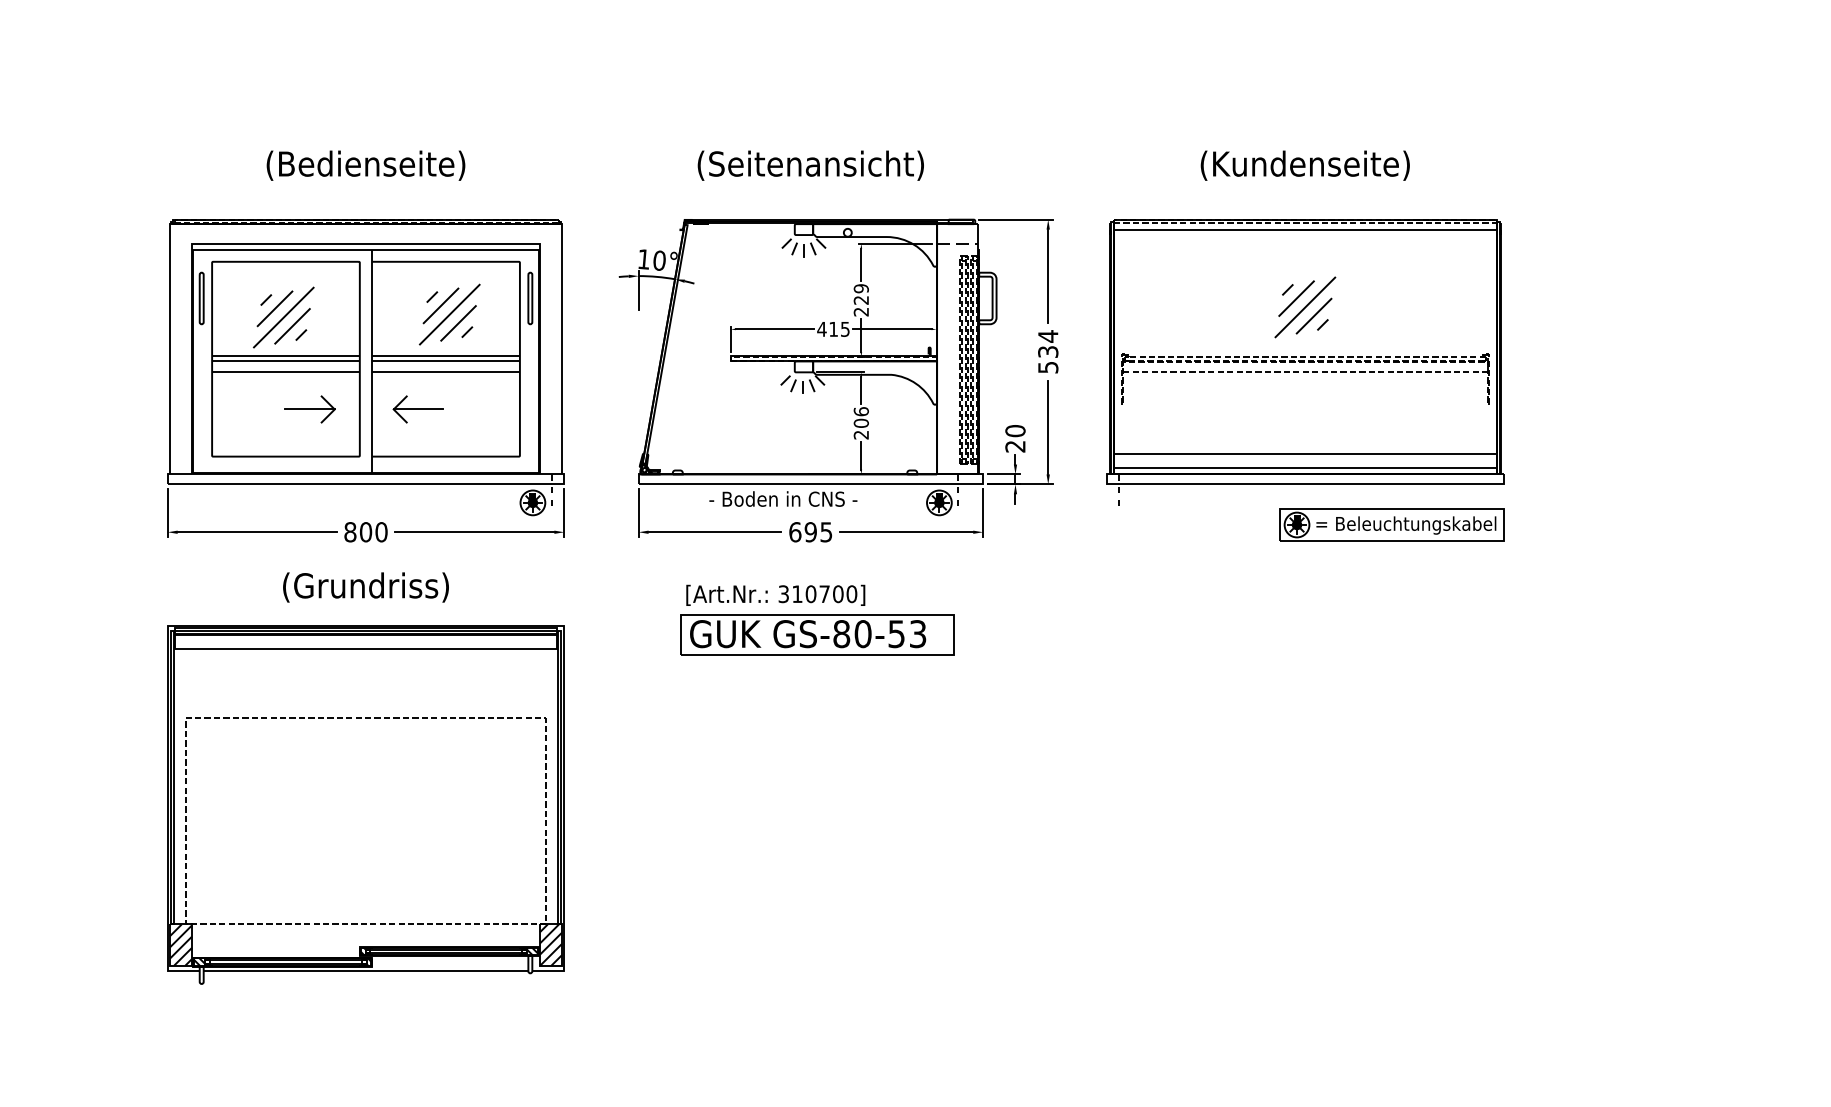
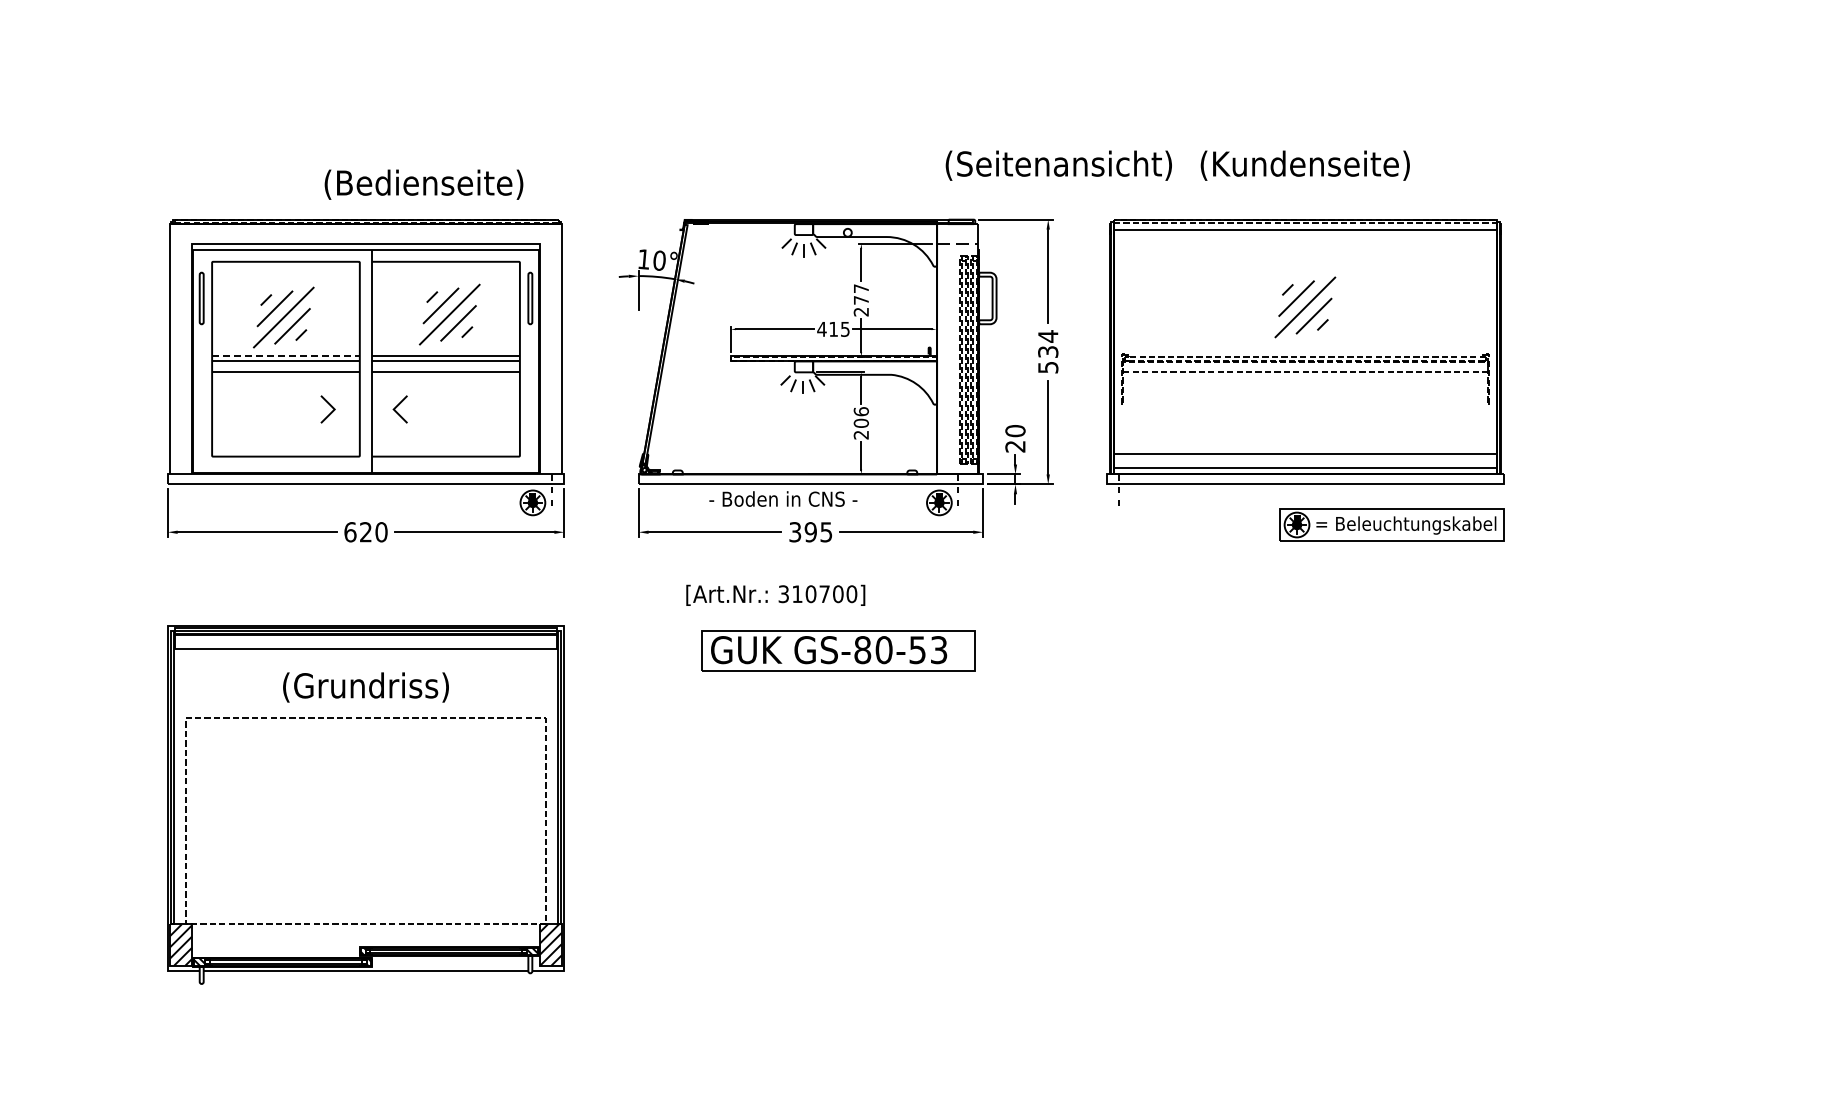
text at (365, 165) position: (365, 165) -> (423, 184)
text at (810, 165) position: (810, 165) -> (1058, 165)
text at (860, 294): 229 -> 277
line at (285, 356): solid -> dashed
line at (309, 409): present -> none
line at (418, 409): present -> none
text at (358, 532): 800 -> 620
text at (795, 532): 695 -> 395
text at (365, 587) position: (365, 587) -> (365, 687)
part at (817, 634) position: (817, 634) -> (838, 650)
